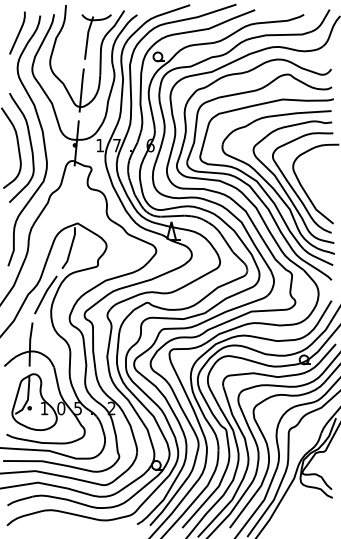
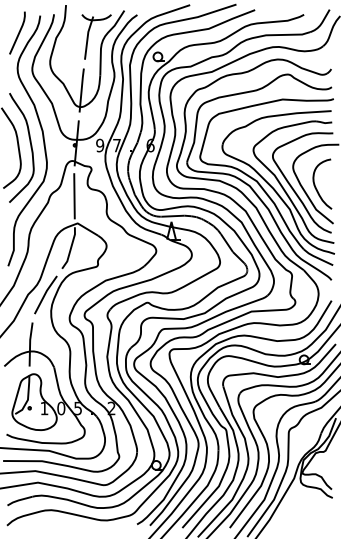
text at (100, 145): 1 -> 9
curve at (315, 184): none -> present
line at (74, 196): none -> present
